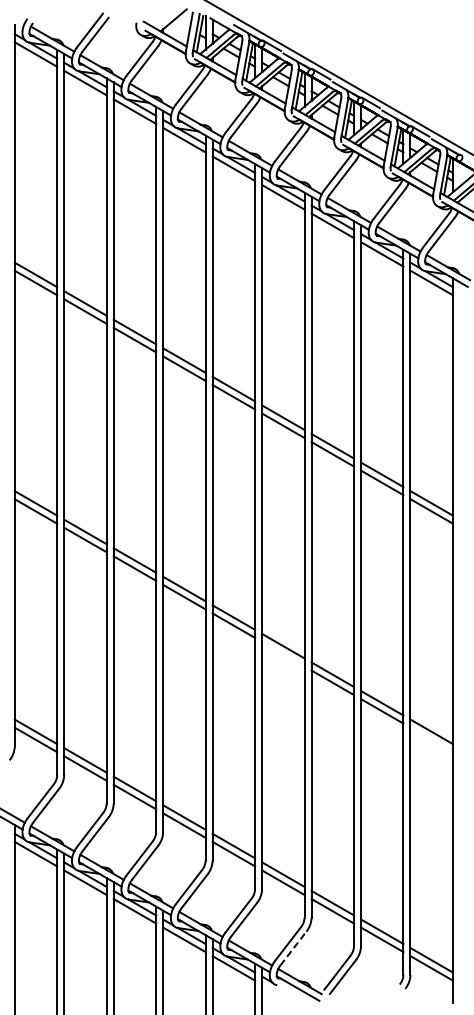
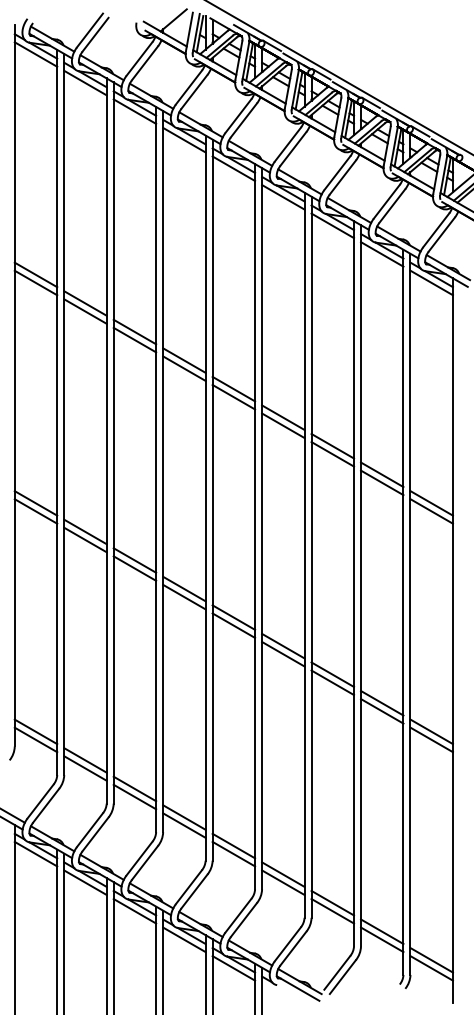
line at (283, 653): none -> present
line at (431, 739): none -> present
line at (293, 948): dashed -> solid
